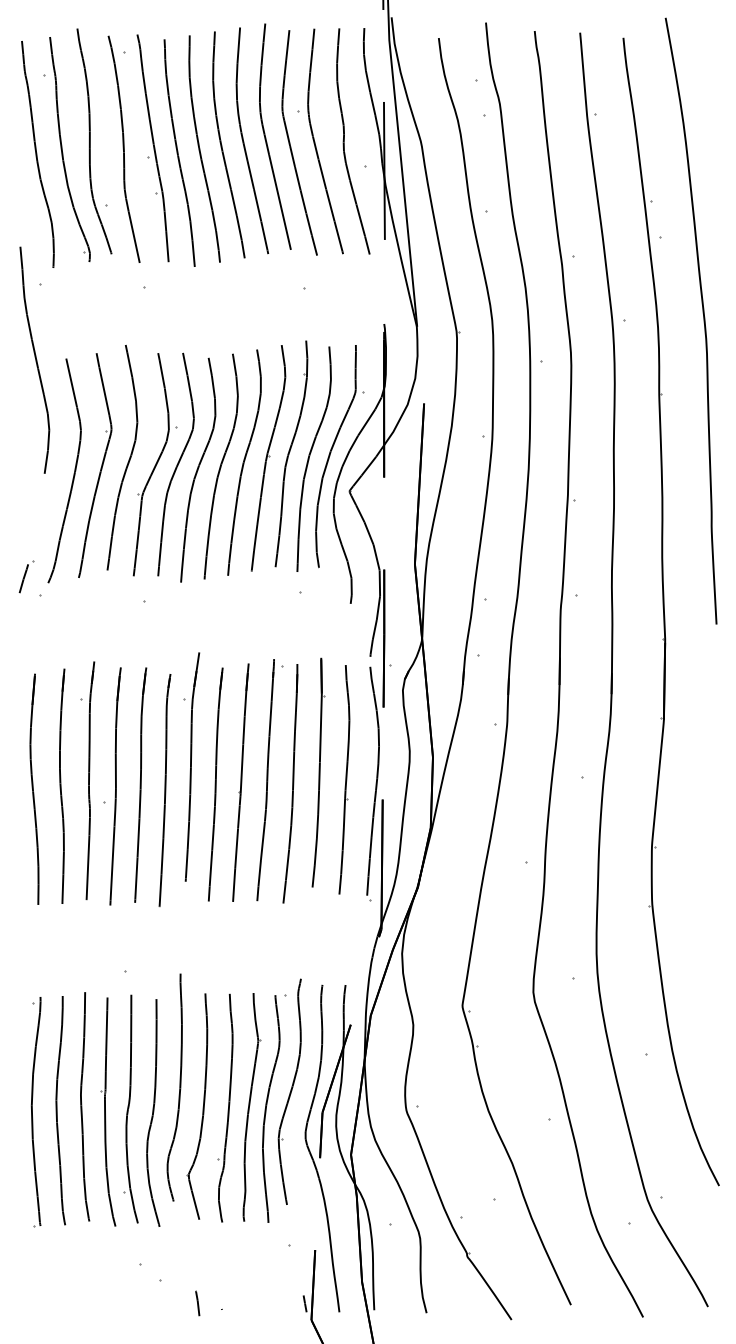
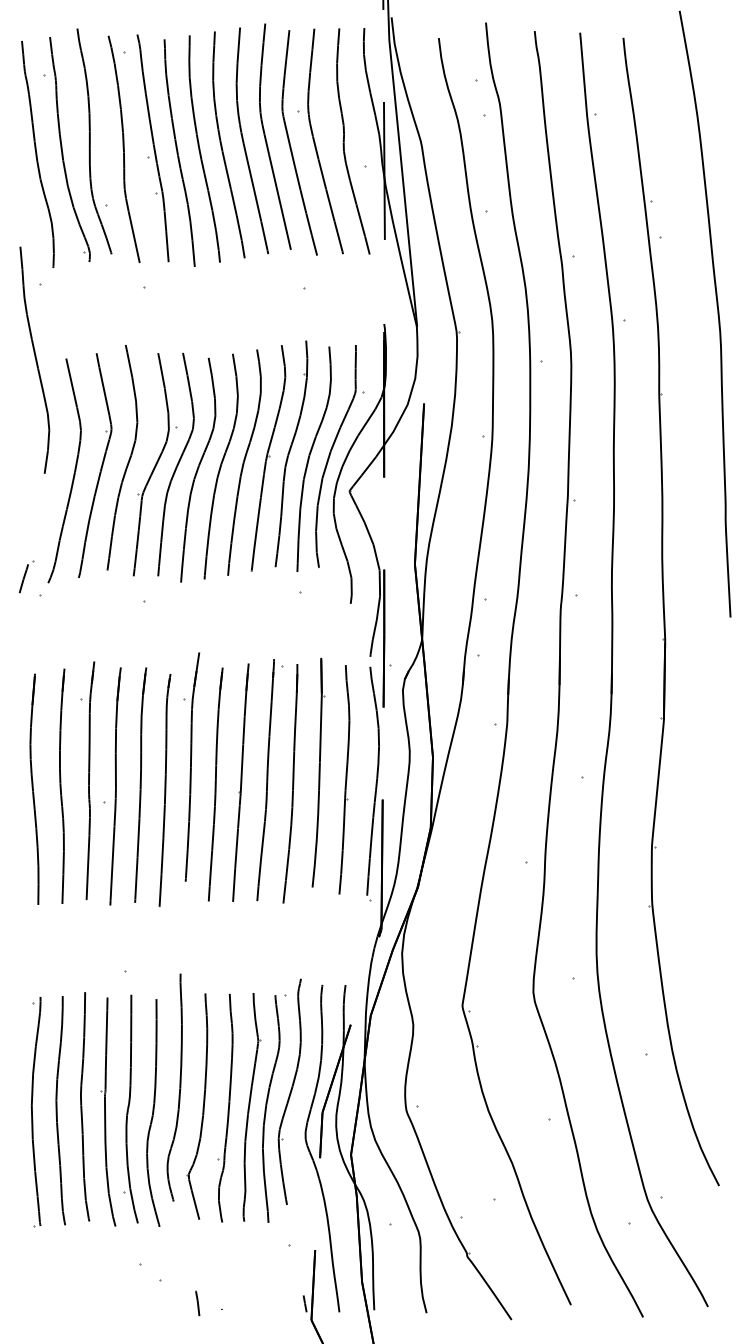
curve at (703, 320) position: (703, 320) -> (717, 313)
